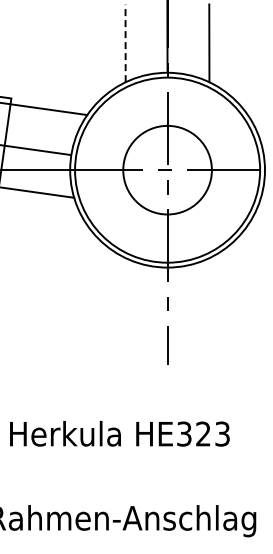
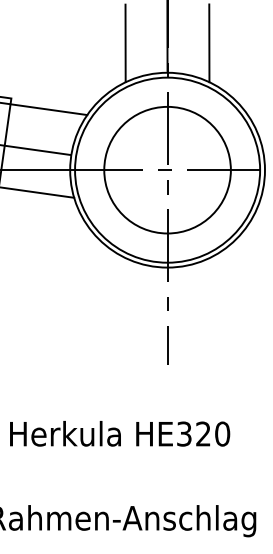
line at (125, 43): dashed -> solid
circle at (167, 169) diameter: 89 px -> 127 px
text at (222, 433): HE323 -> HE320
